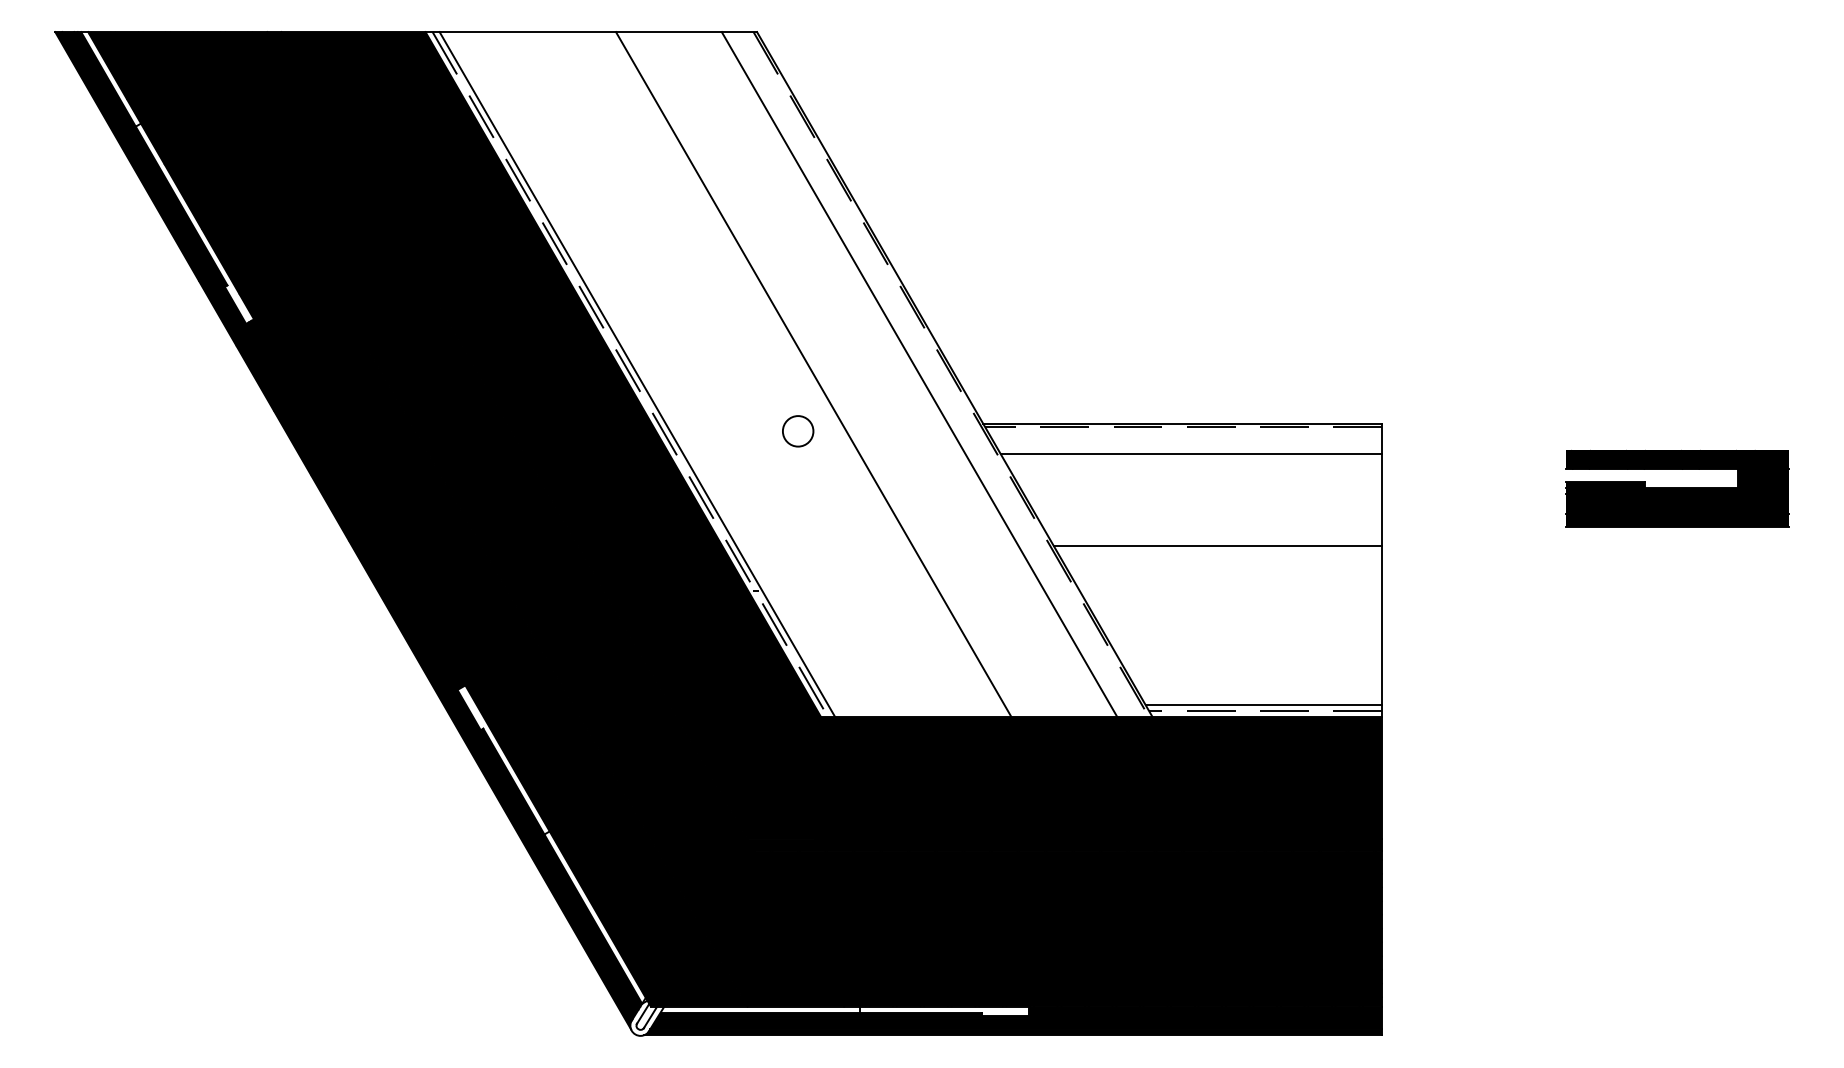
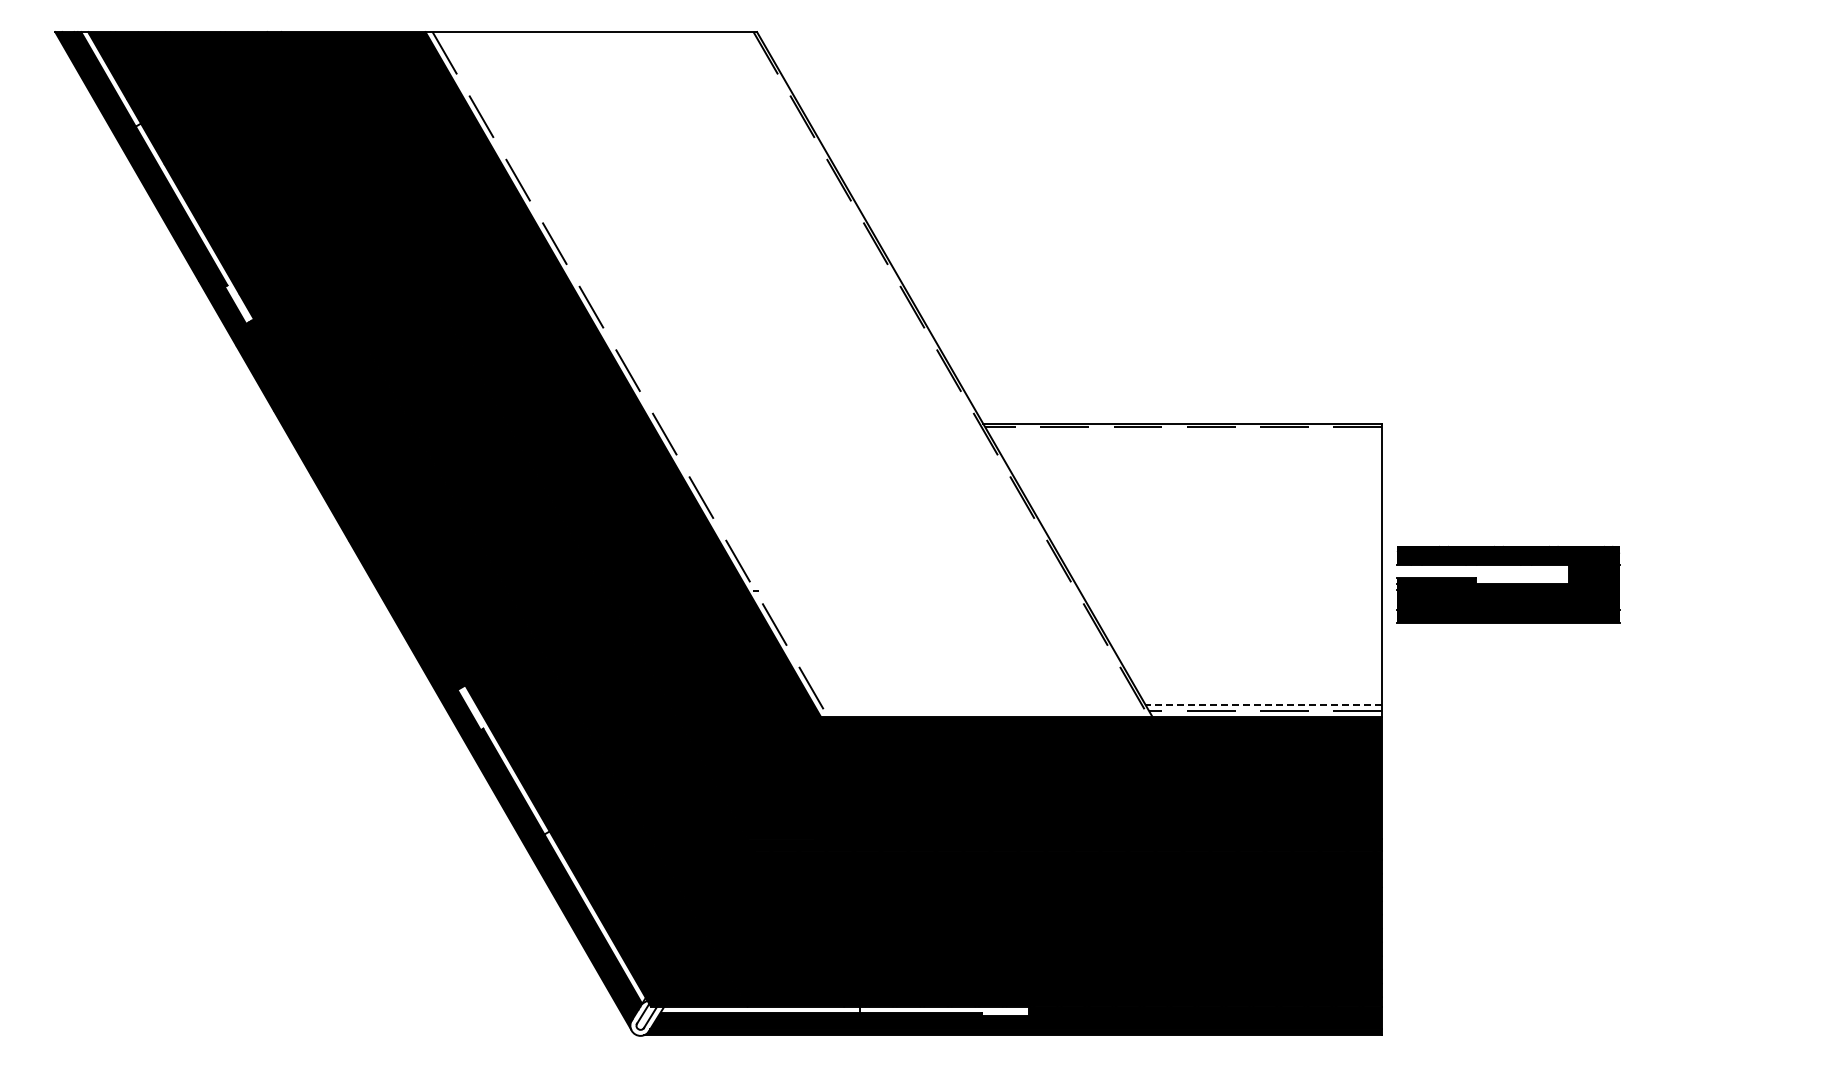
line at (637, 374): present -> none
line at (813, 374): present -> none
line at (919, 374): present -> none
circle at (798, 431): present -> none
line at (1191, 454): present -> none
part at (1677, 488) position: (1677, 488) -> (1508, 584)
line at (1217, 546): present -> none
line at (1263, 704): solid -> dashed
